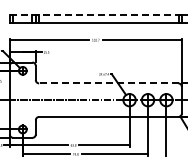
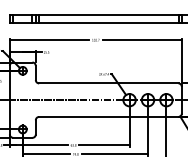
line at (95, 14): dashed -> solid
line at (108, 83): dashed -> solid
